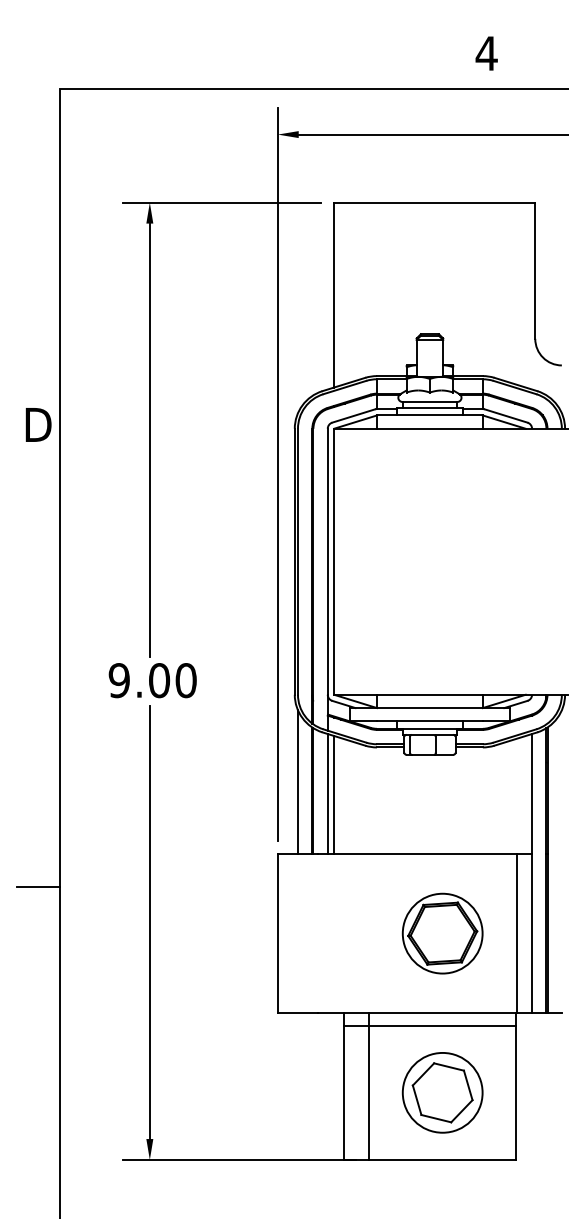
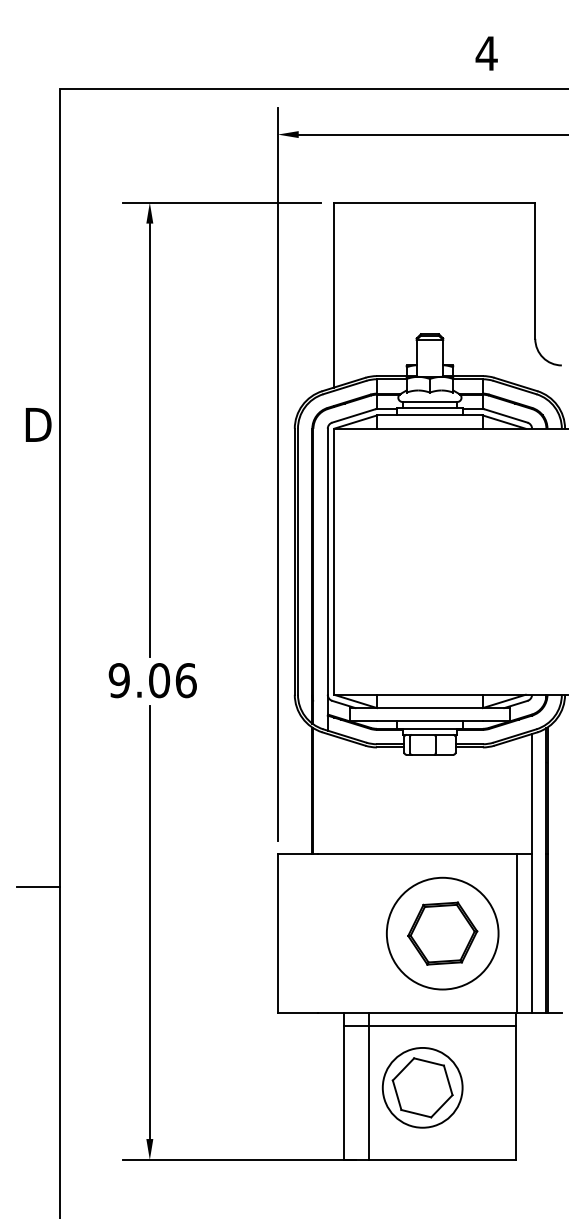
text at (185, 680): 9.00 -> 9.06
line at (297, 781): present -> none
line at (327, 793): present -> none
line at (334, 794): present -> none
circle at (442, 933) diameter: 80 px -> 112 px
part at (442, 1092) position: (442, 1092) -> (422, 1087)
